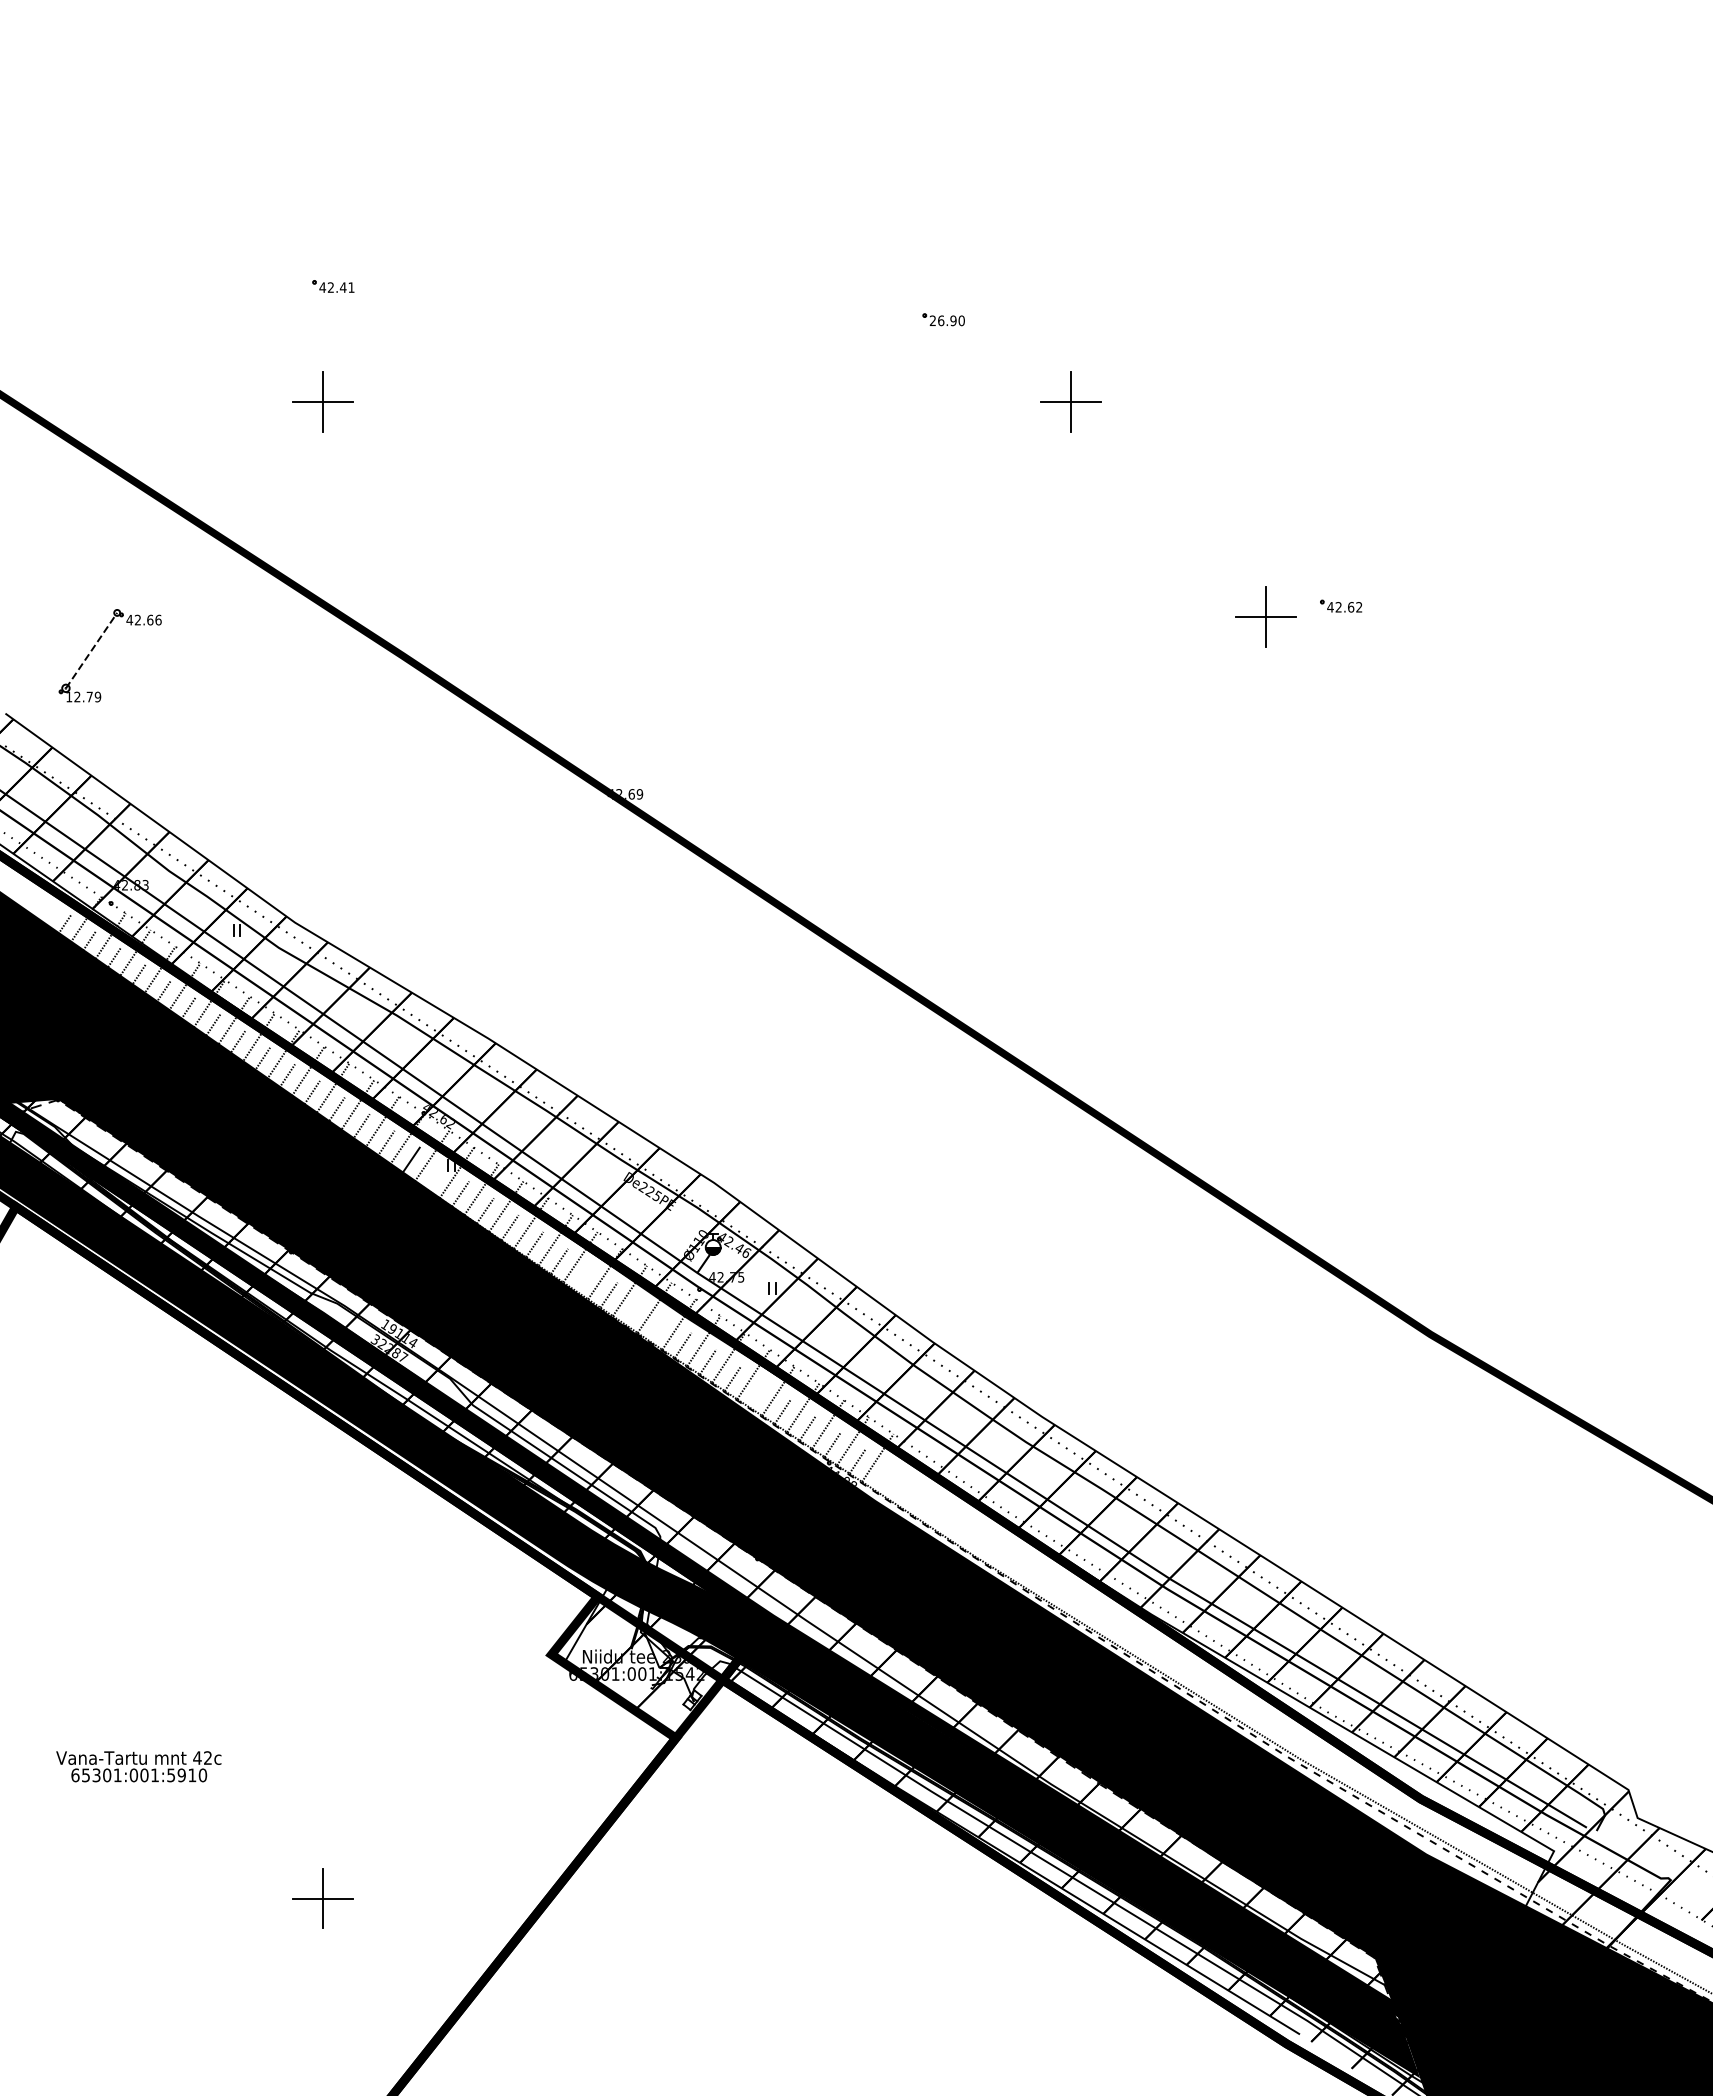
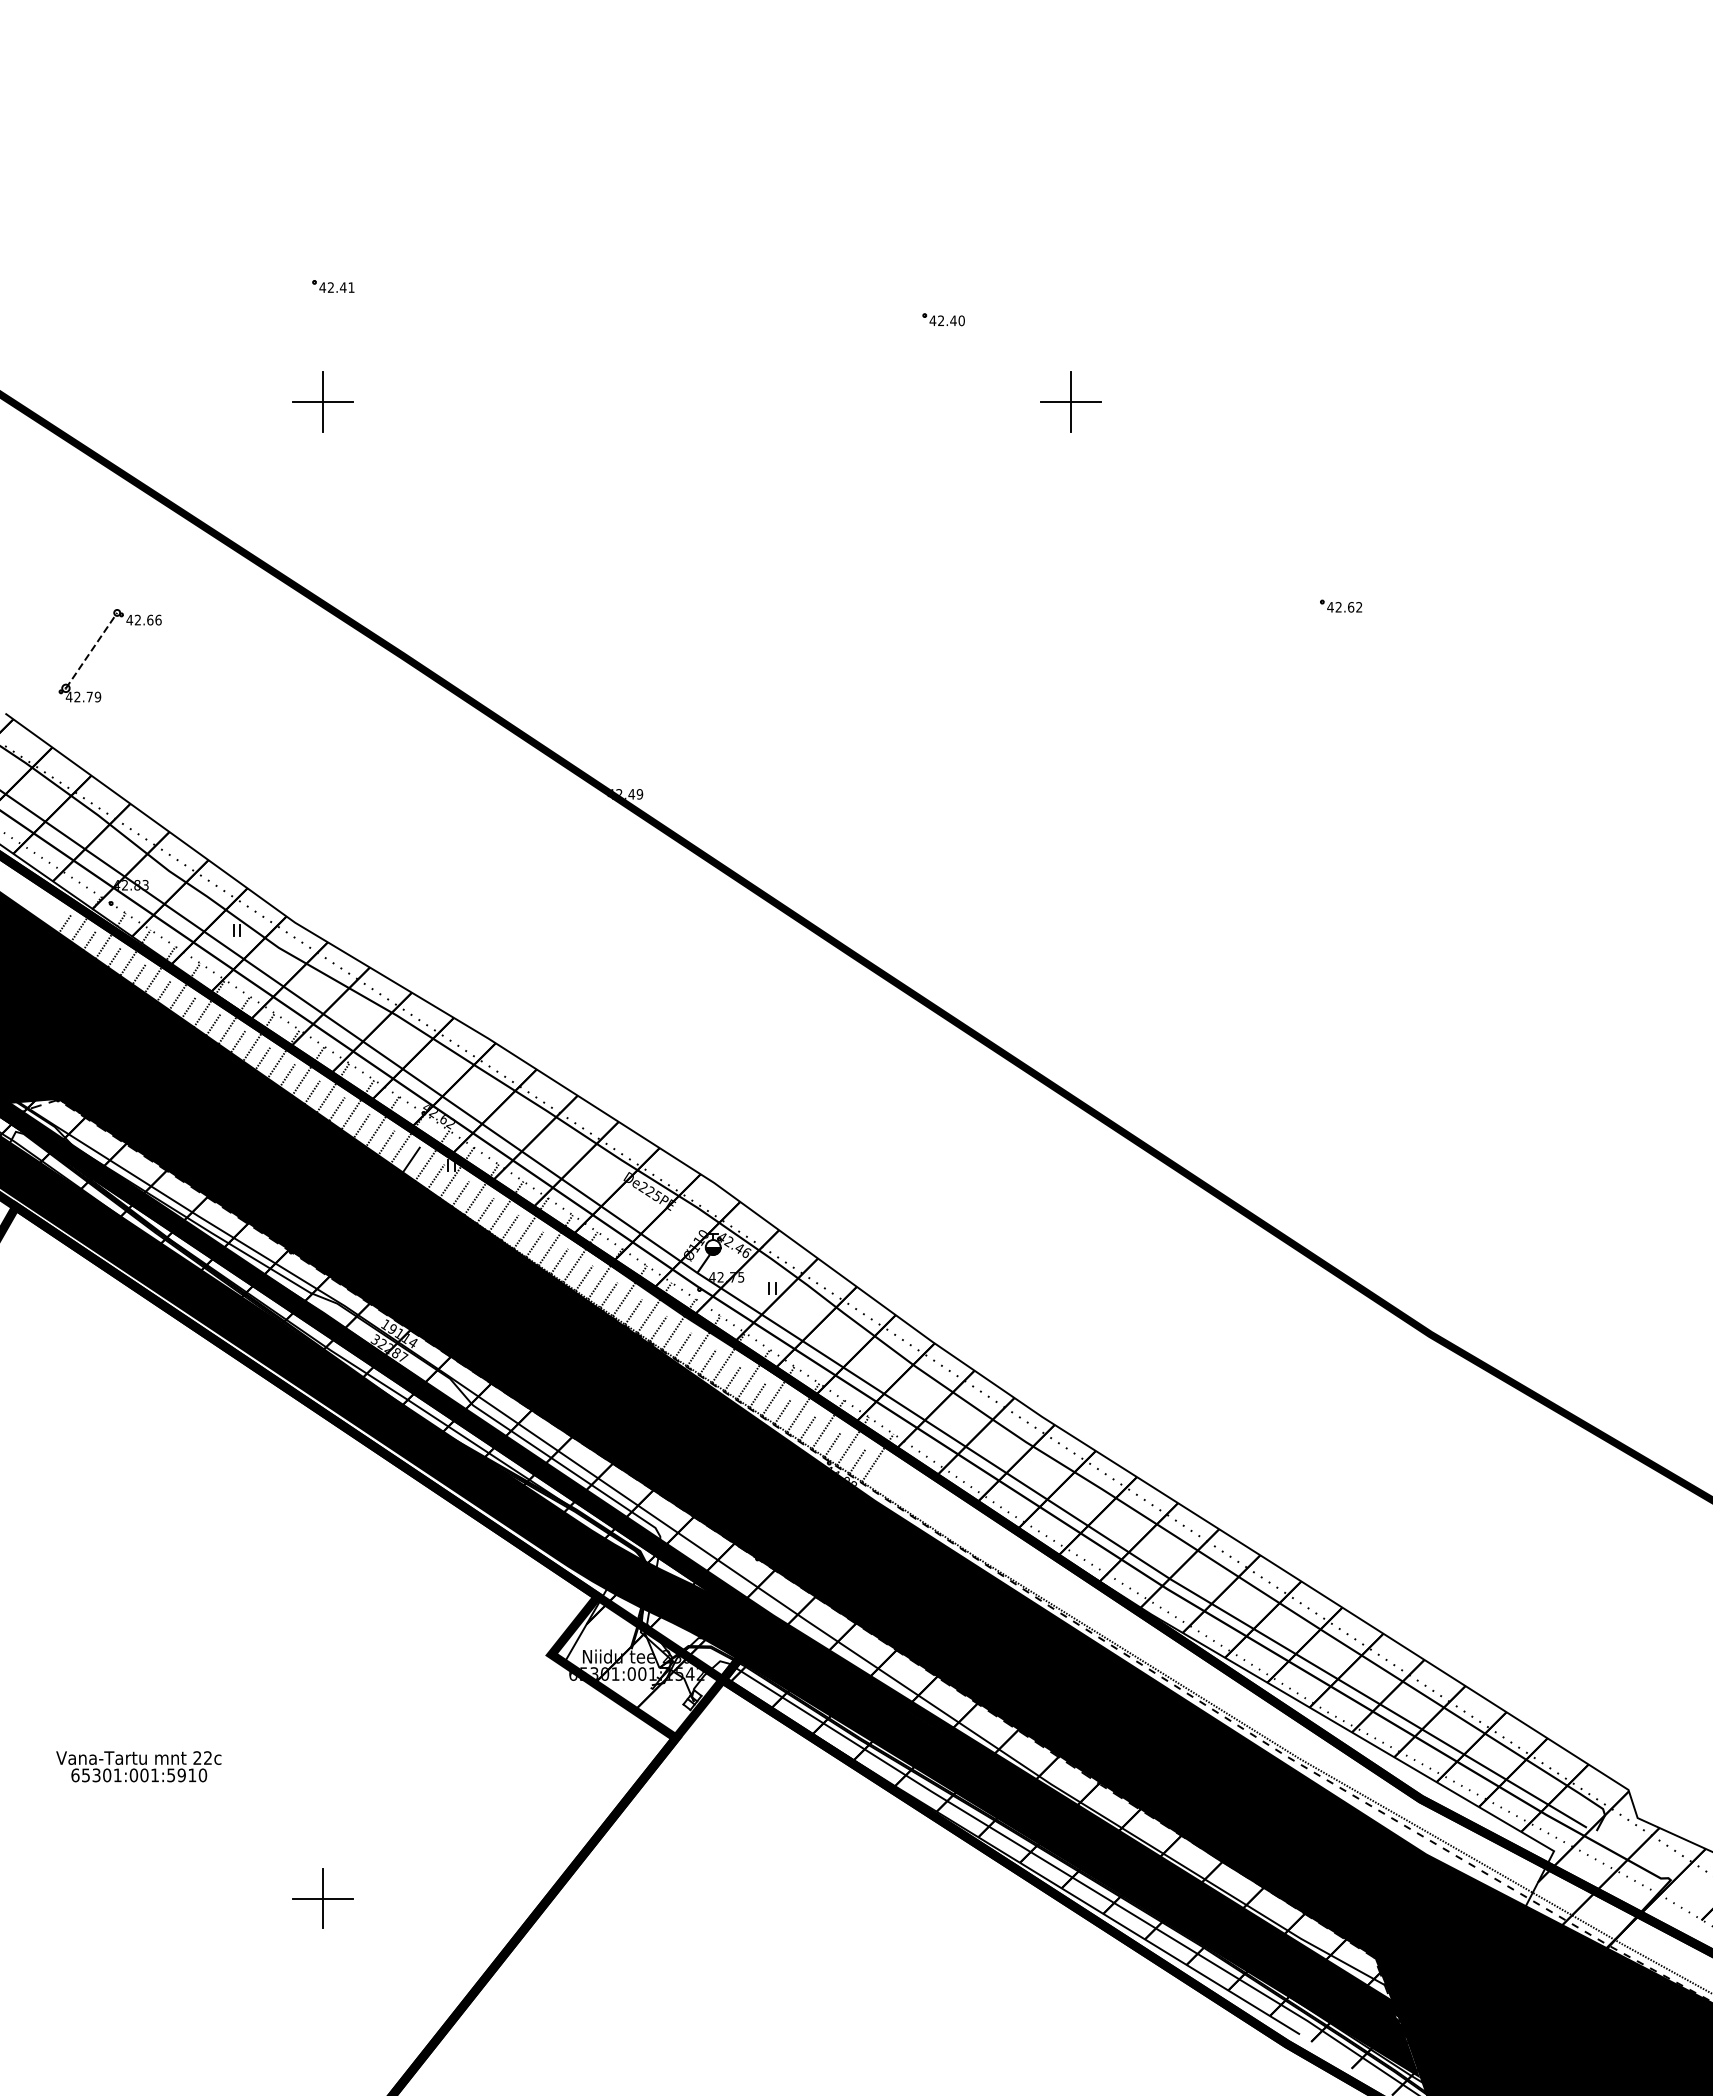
text at (942, 320): 26.90 -> 42.40
part at (1265, 616): present -> none
text at (68, 696): 12.79 -> 42.79
text at (631, 794): 42.69 -> 42.49
line at (435, 1176): none -> present
line at (583, 1277): none -> present
line at (633, 1311): none -> present
line at (658, 1328): none -> present
line at (757, 1394): none -> present
text at (197, 1757): 42c -> 22c
